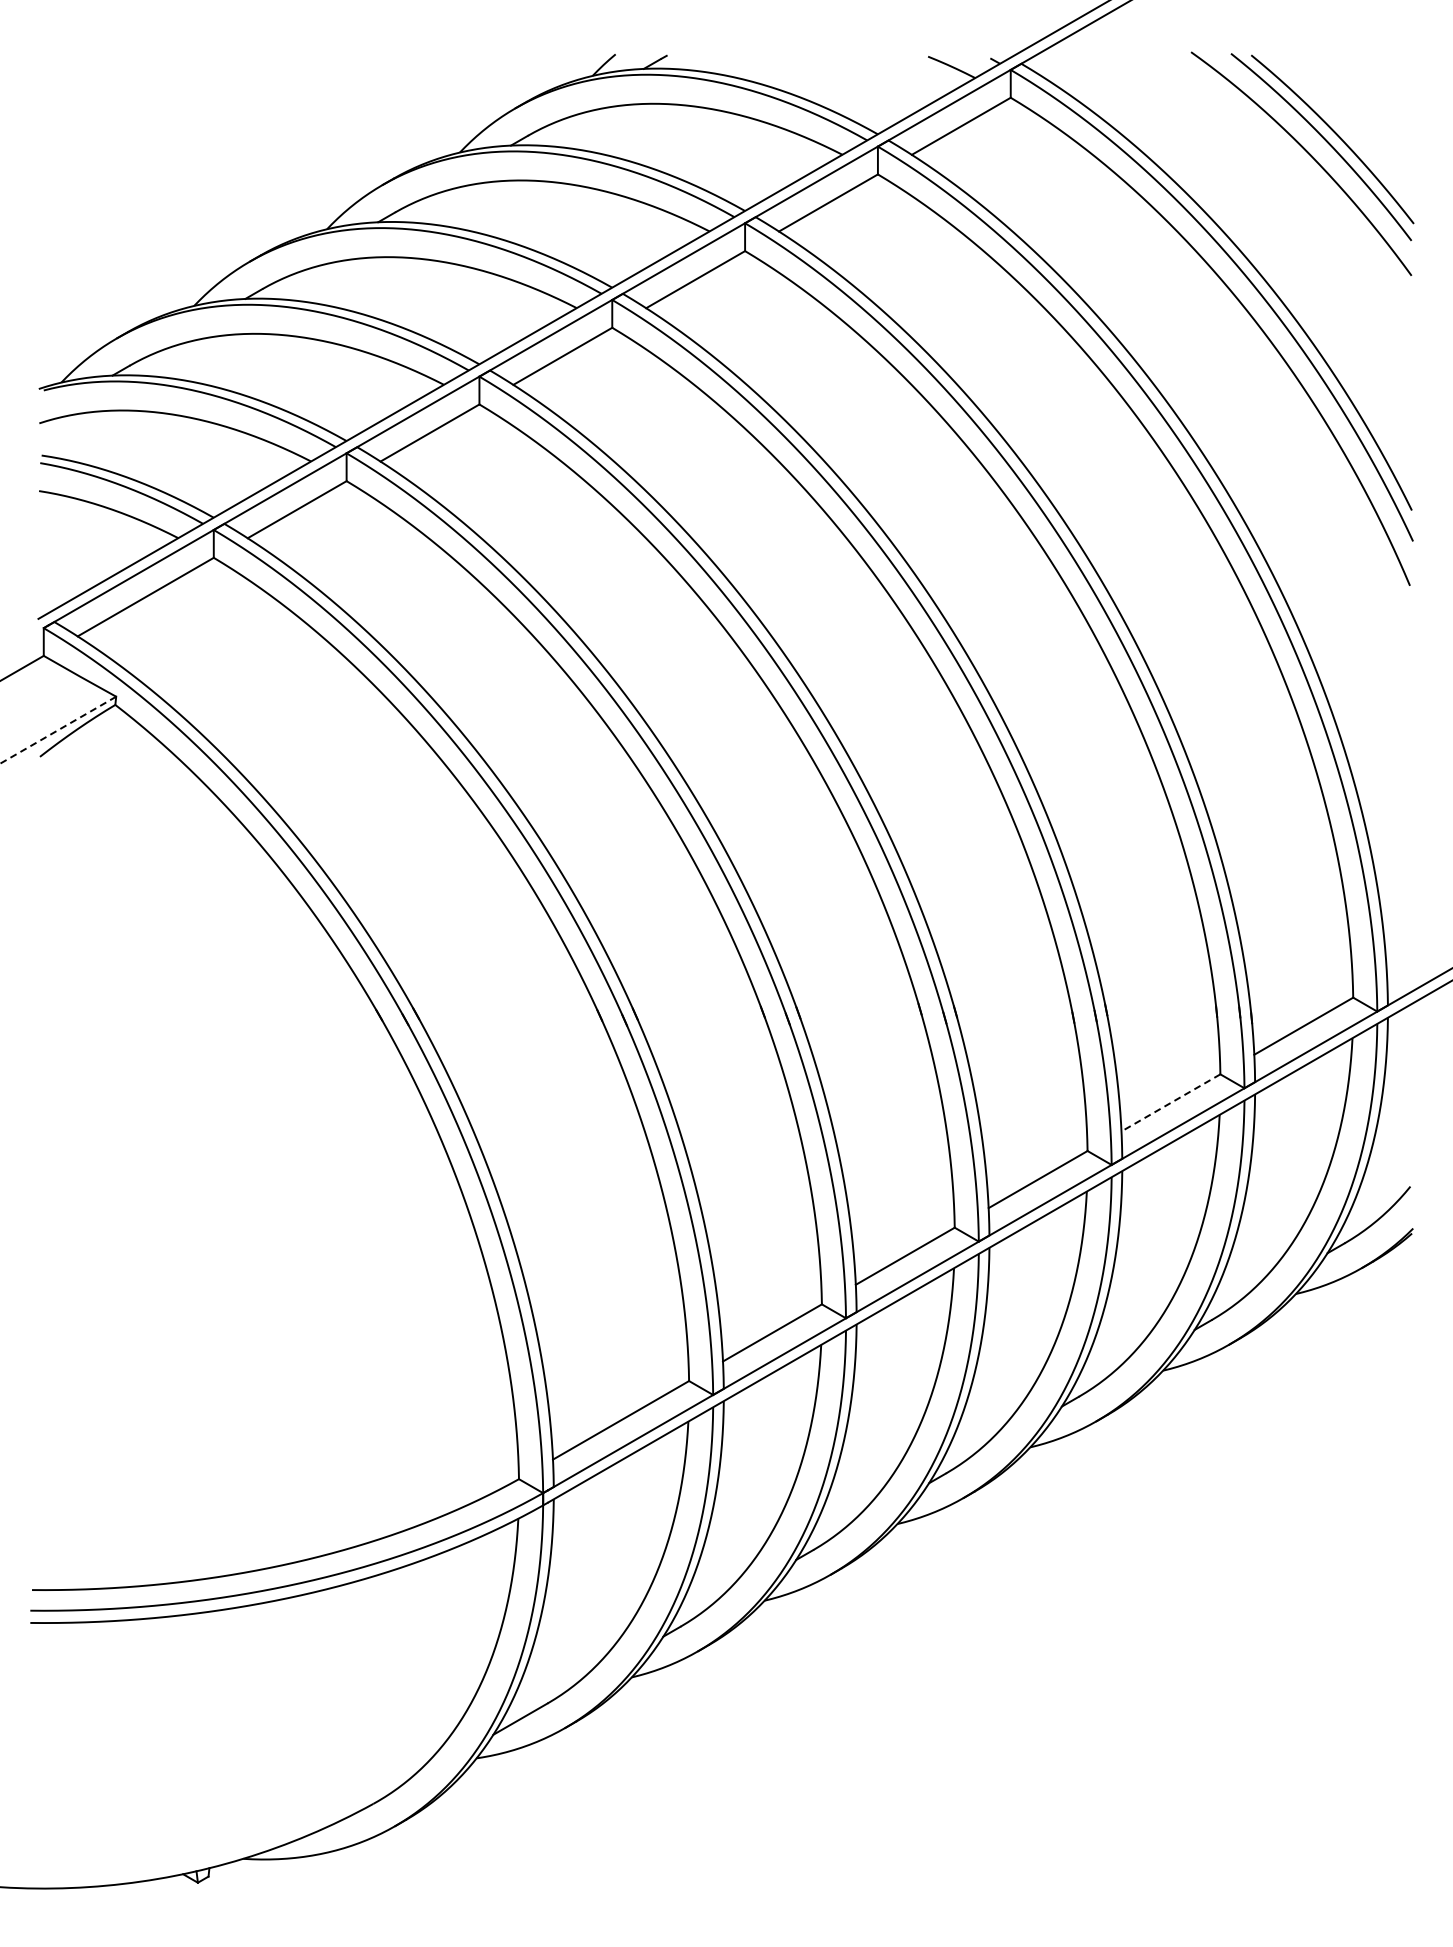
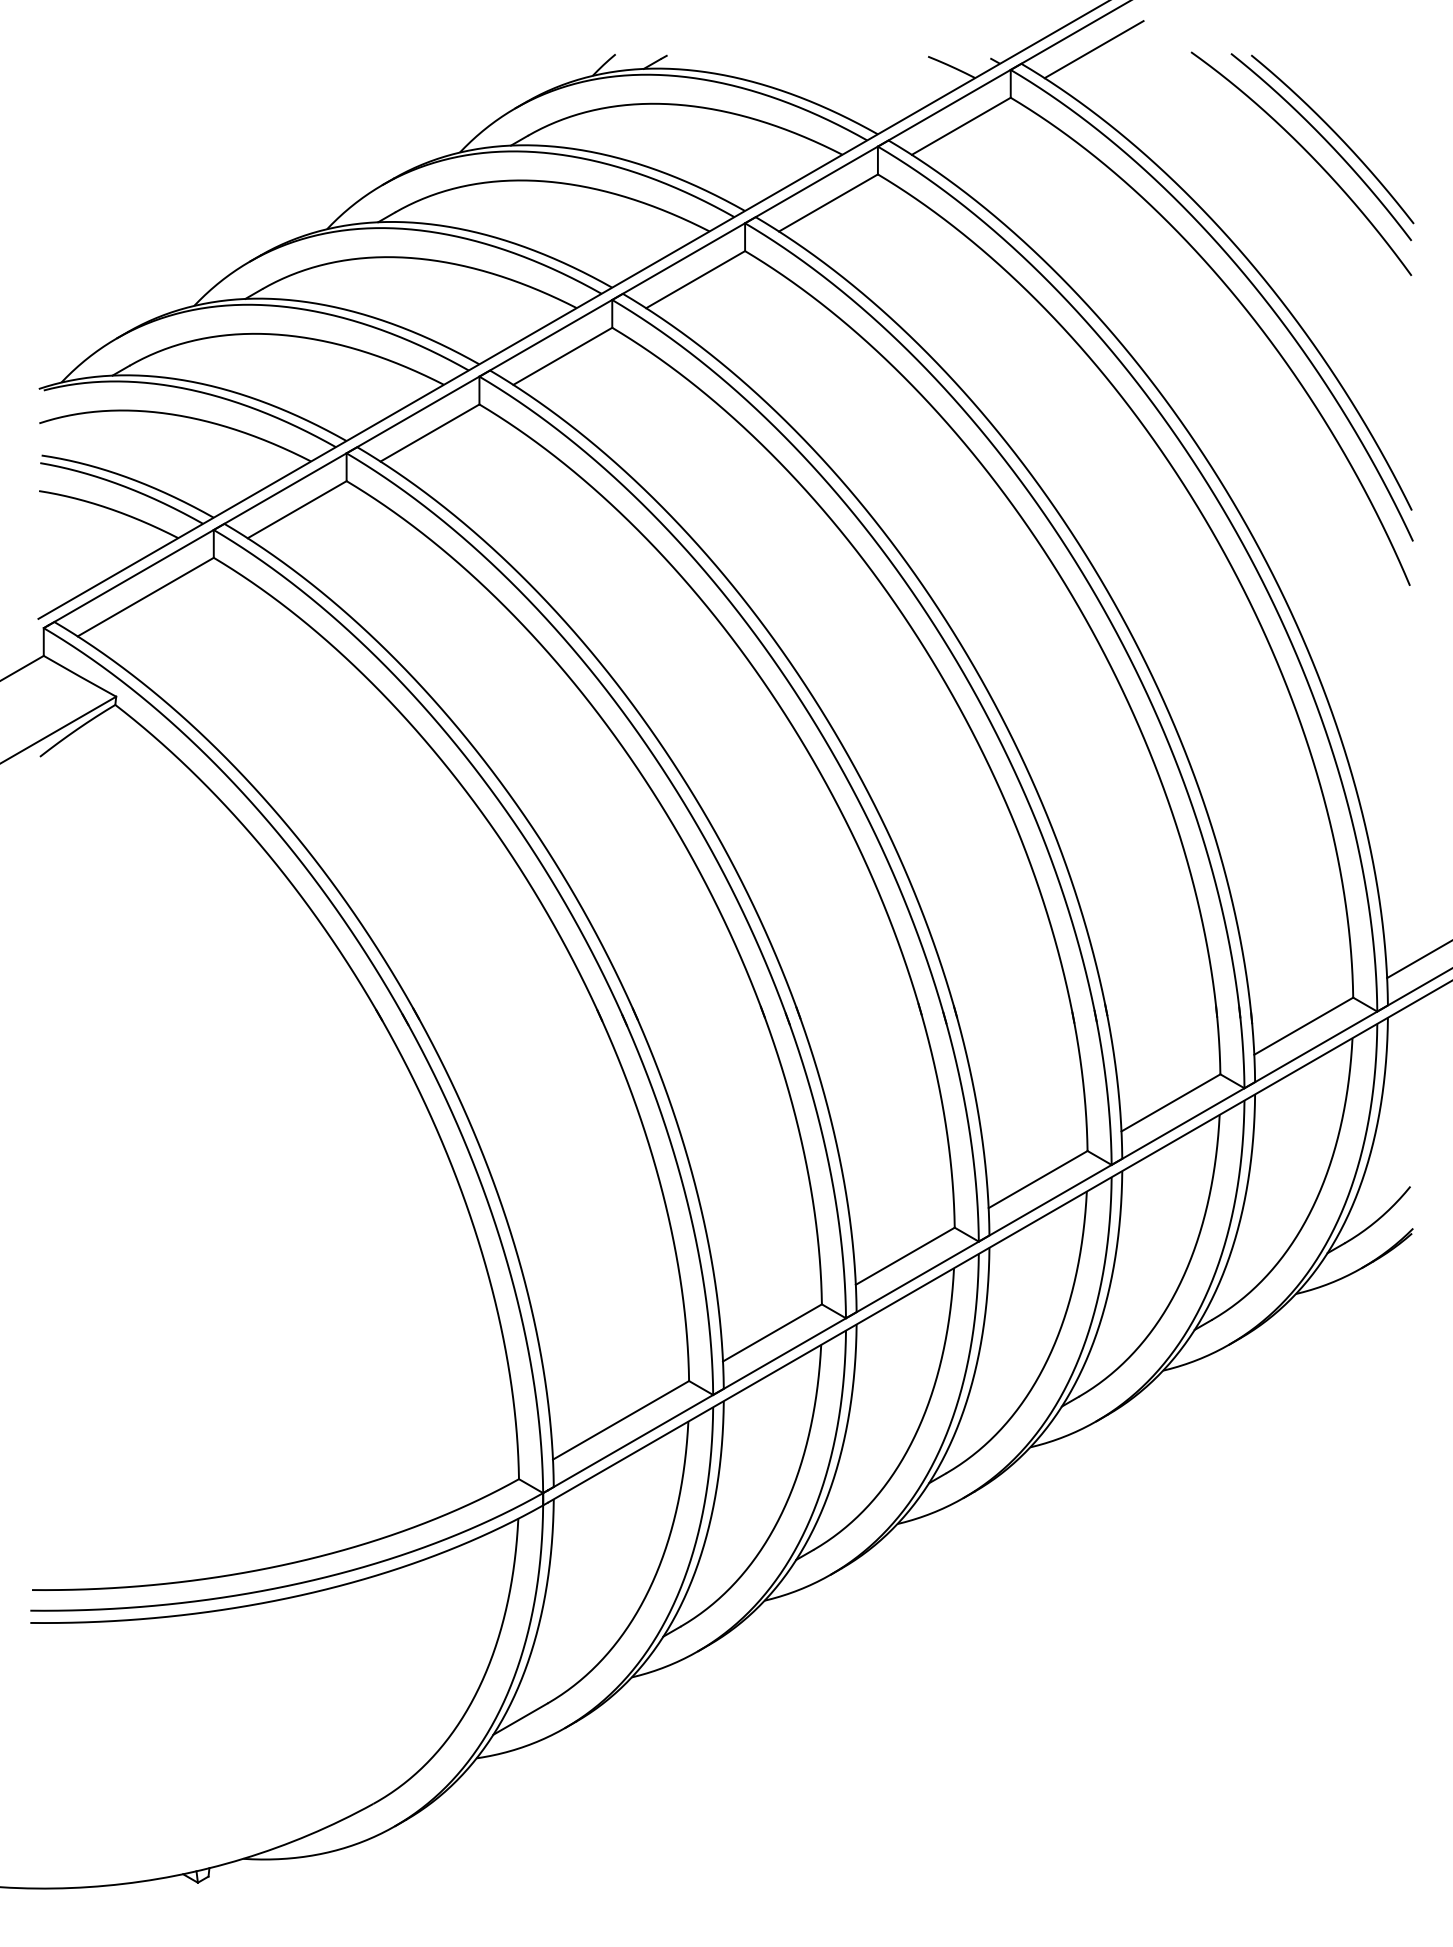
line at (1093, 49): none -> present
line at (58, 730): dashed -> solid
line at (1418, 960): none -> present
line at (1170, 1103): dashed -> solid
